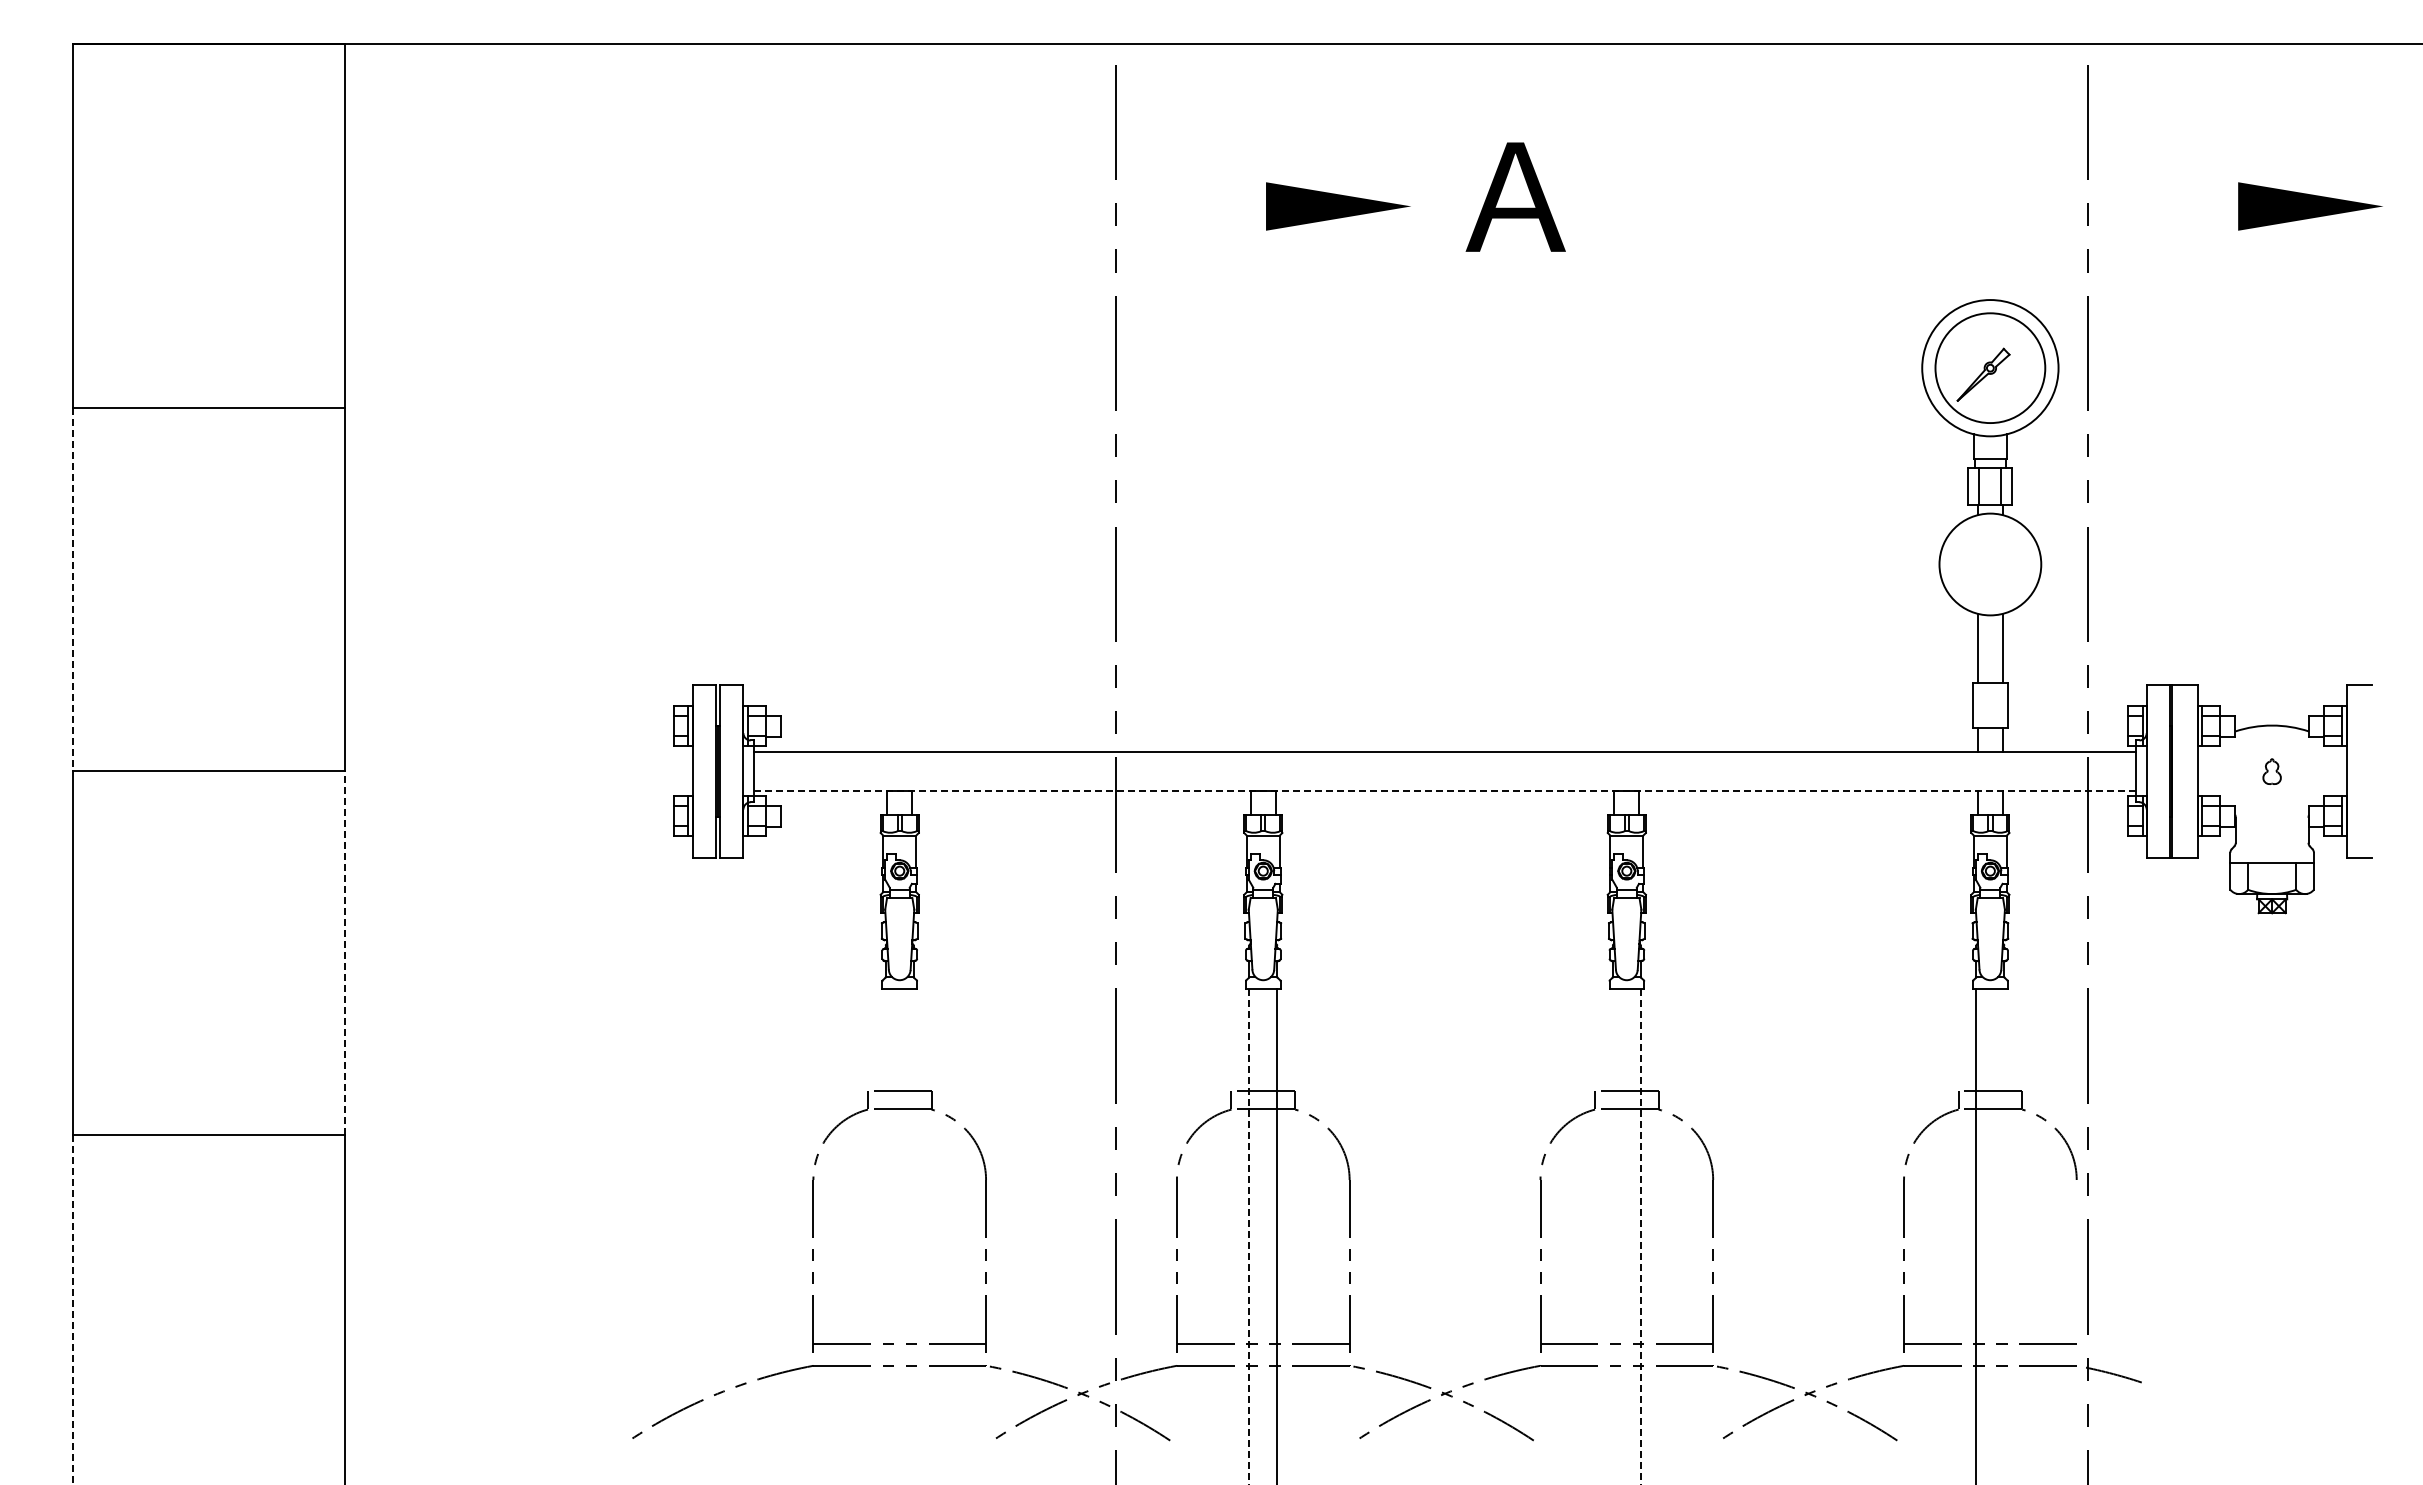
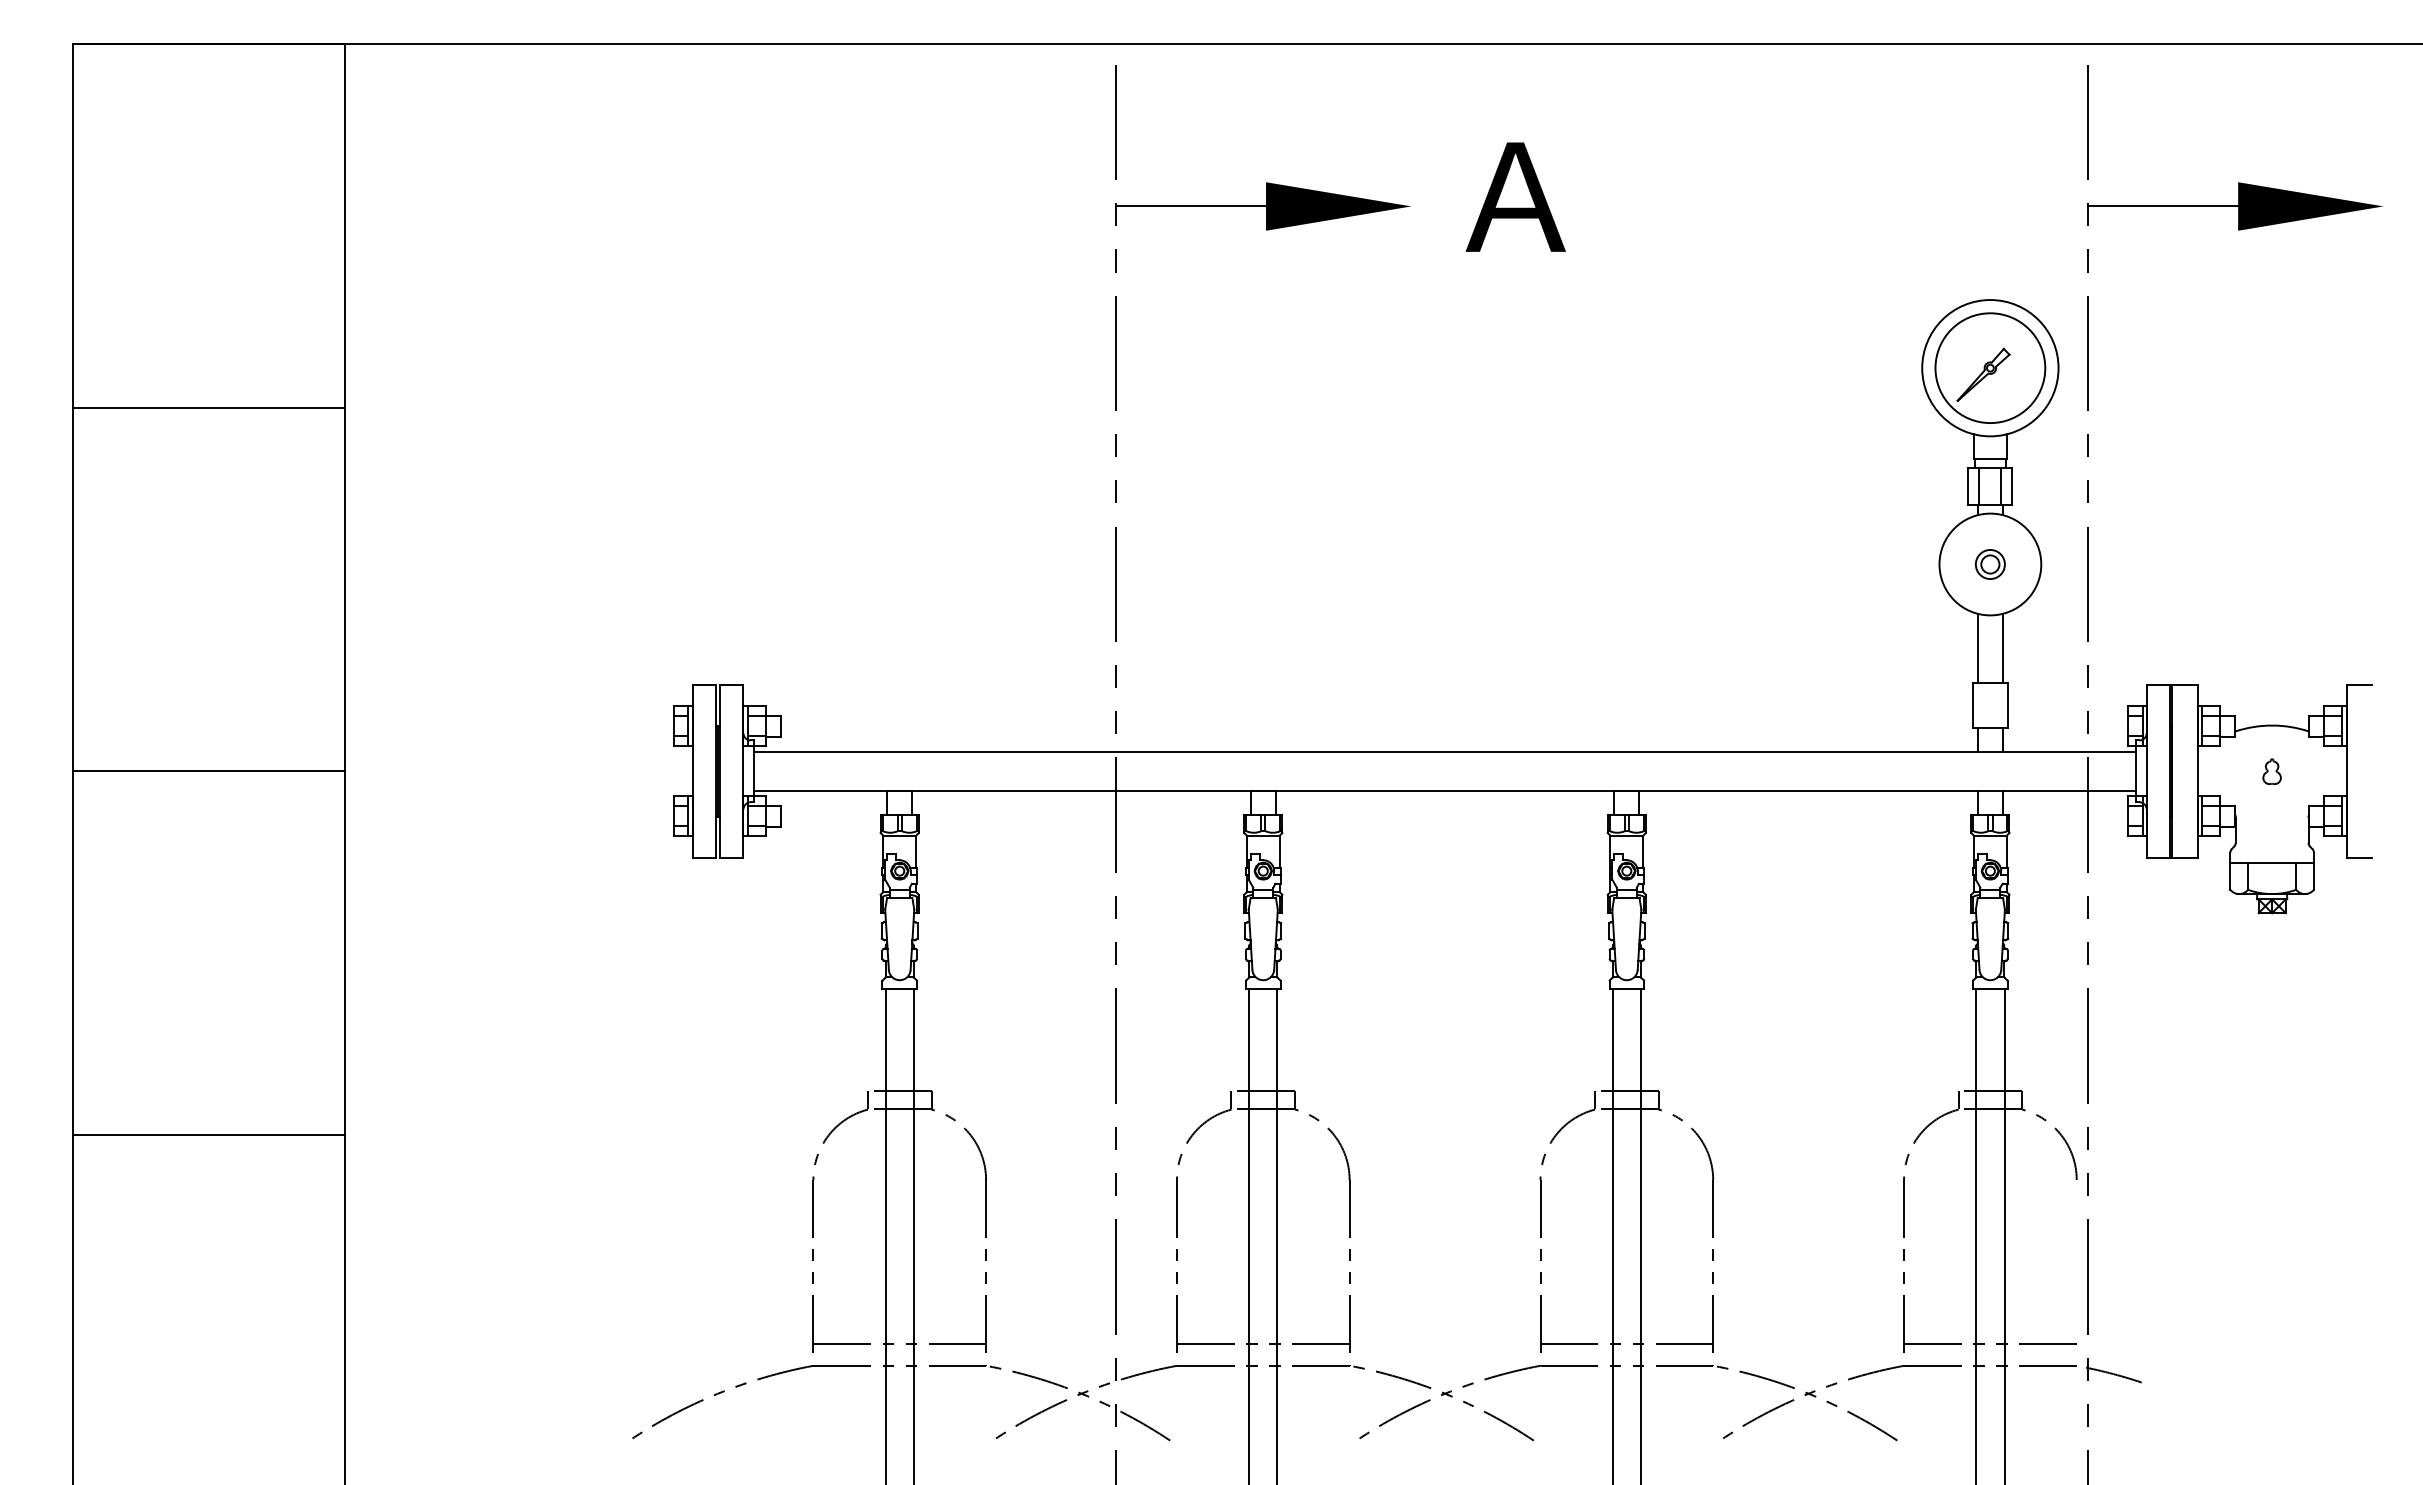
line at (1190, 206): none -> present
line at (2162, 206): none -> present
part at (1990, 564): none -> present
line at (72, 589): dashed -> solid
line at (1445, 791): dashed -> solid
line at (345, 953): dashed -> solid
line at (885, 1235): none -> present
line at (913, 1235): none -> present
line at (1612, 1235): none -> present
line at (2004, 1235): none -> present
line at (1249, 1237): dashed -> solid
line at (1641, 1237): dashed -> solid
line at (72, 1309): dashed -> solid
